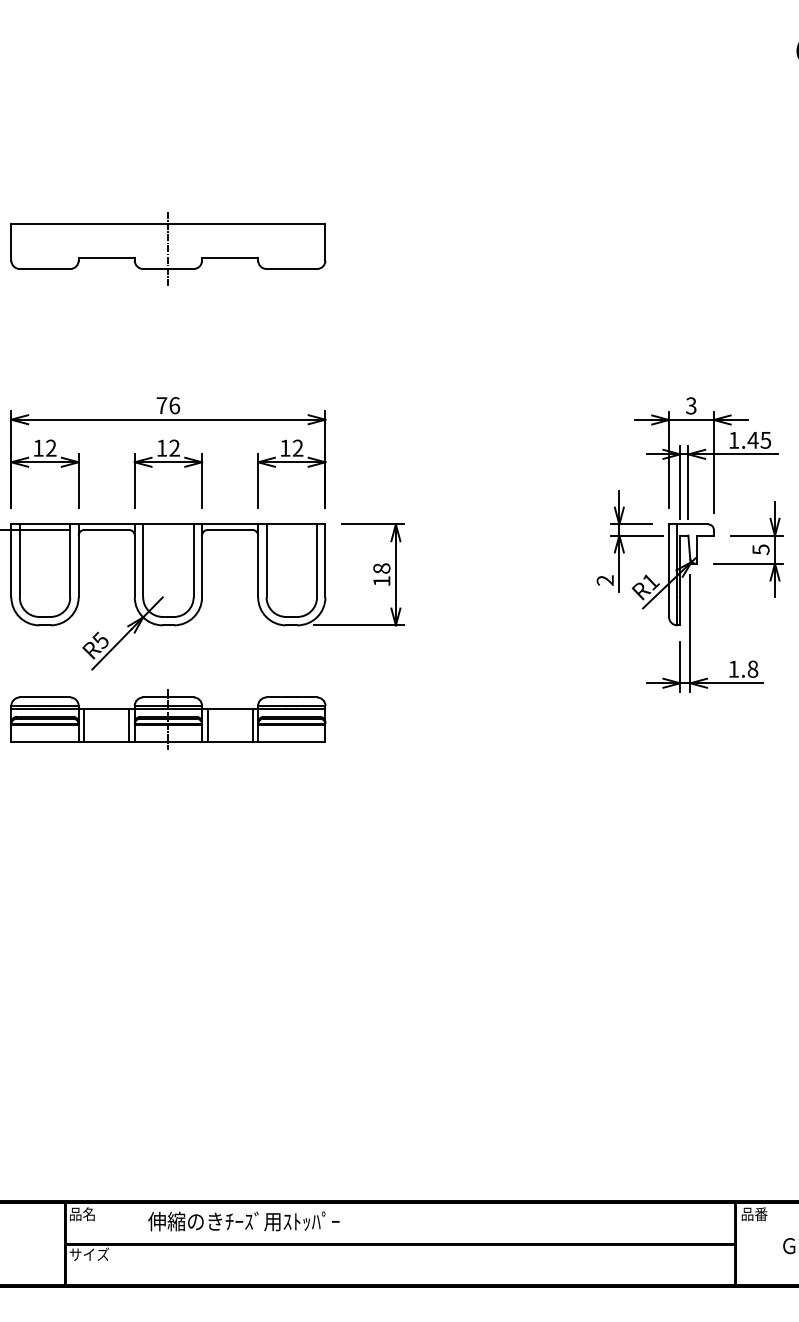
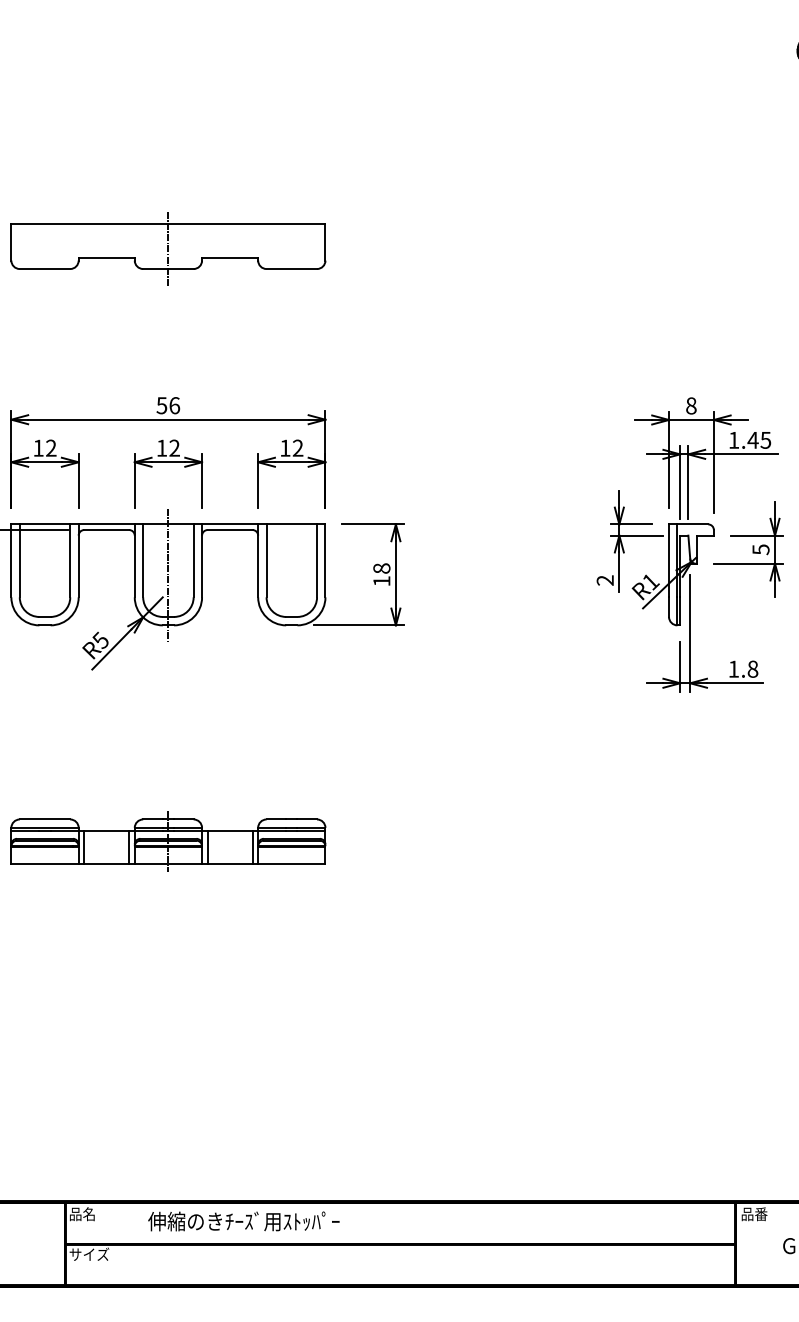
text at (161, 405): 76 -> 56
text at (691, 405): 3 -> 8
line at (168, 575): none -> present
part at (168, 719) position: (168, 719) -> (168, 841)
